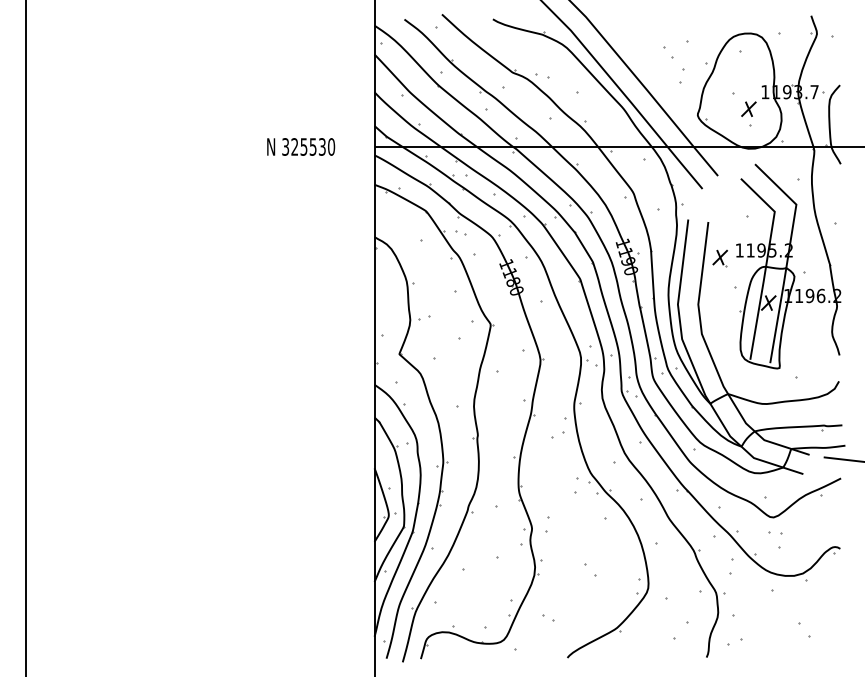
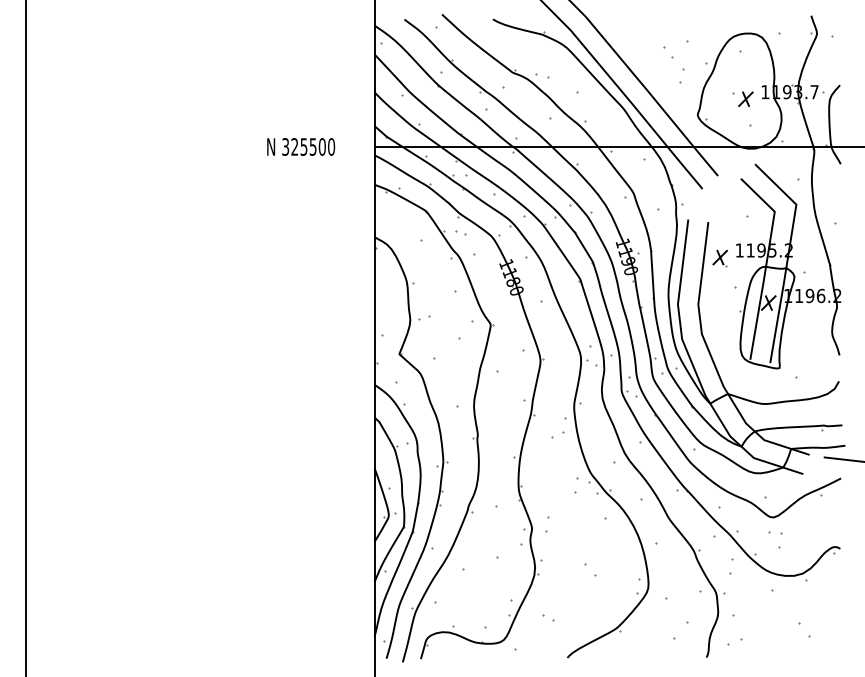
part at (748, 108) position: (748, 108) -> (745, 98)
text at (321, 146): 325530 -> 325500
